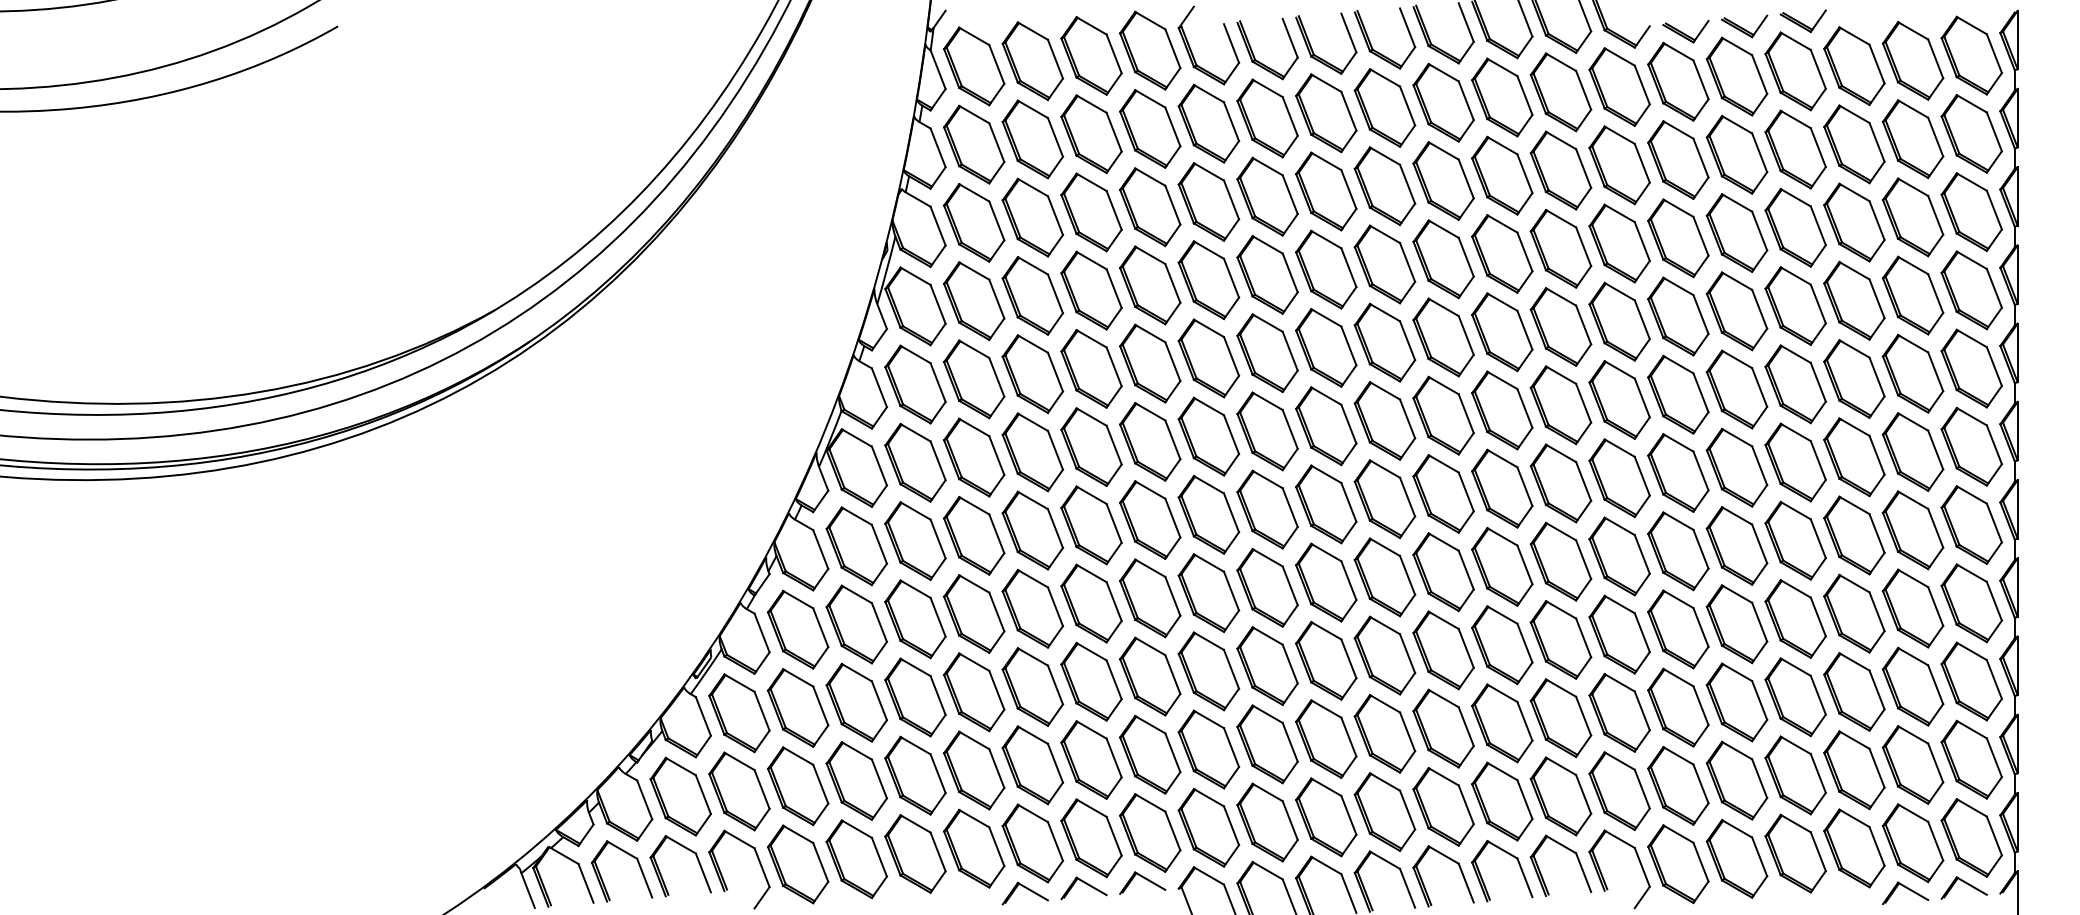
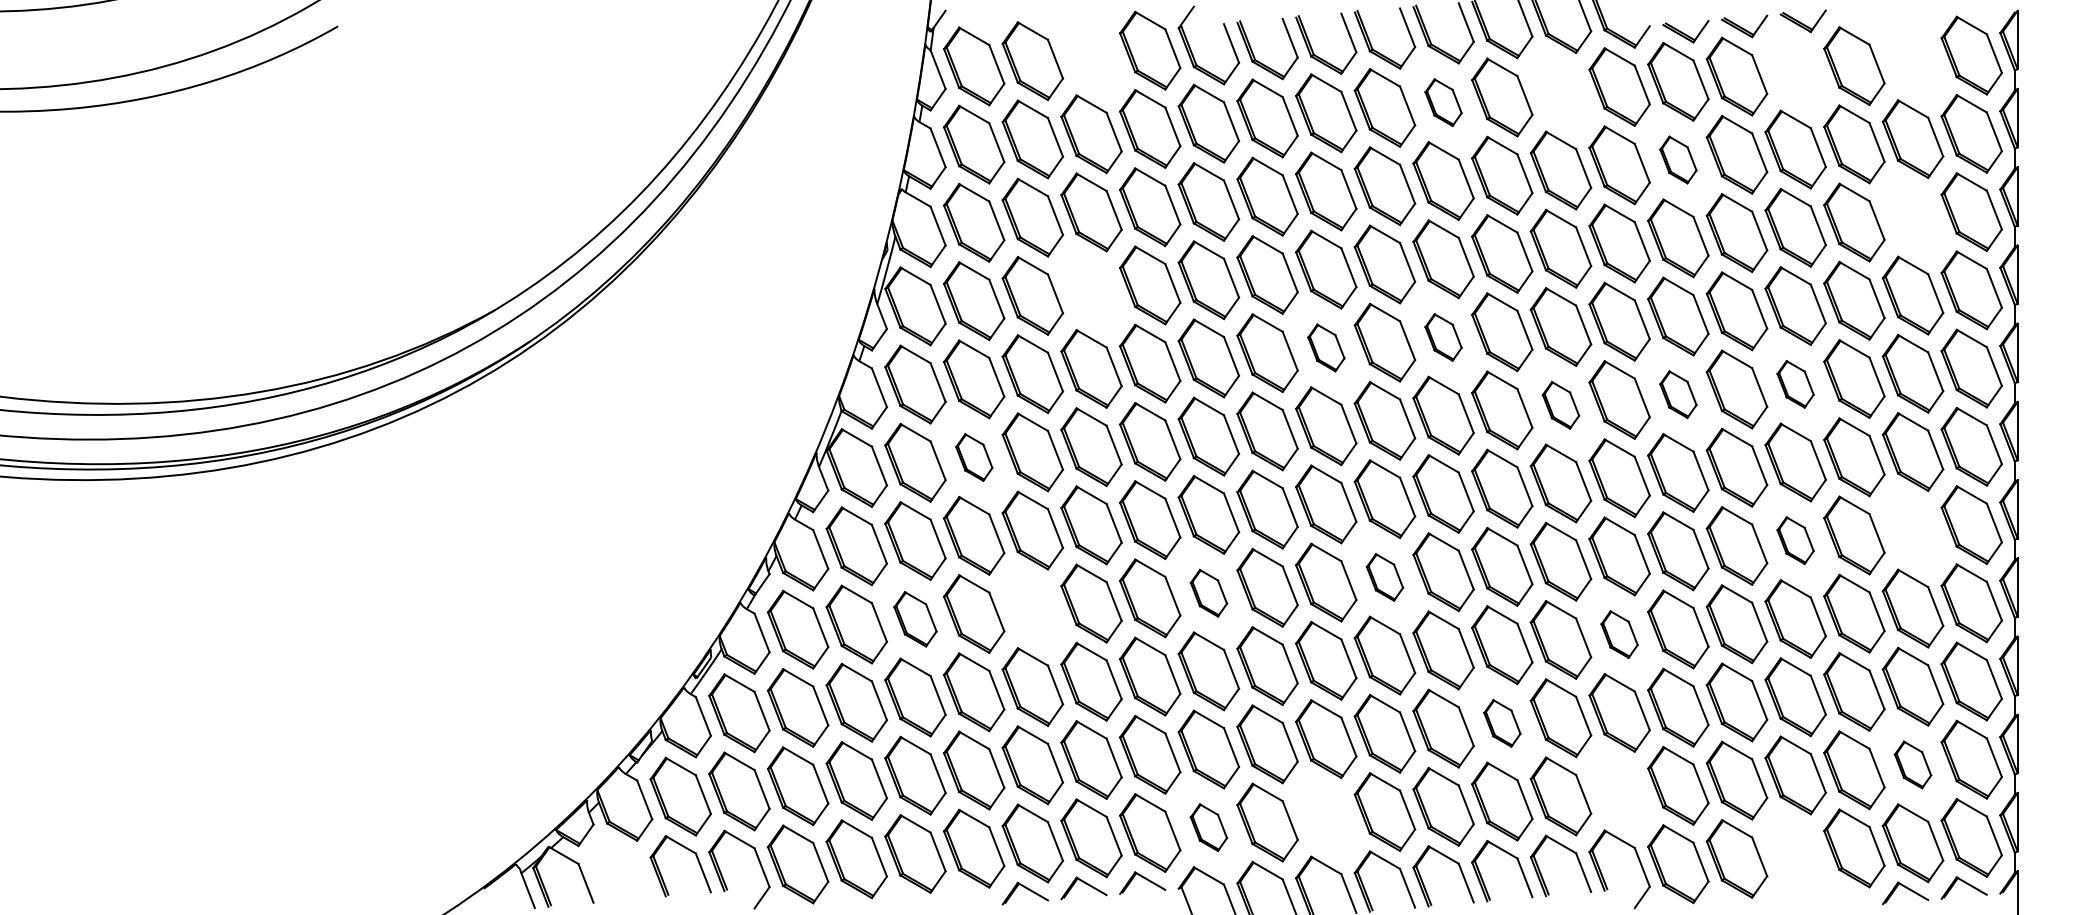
part at (1091, 55): present -> none
part at (1912, 60): present -> none
part at (1795, 71): present -> none
part at (1560, 92): present -> none
part at (1443, 102) size: 63x81 px -> 39x50 px
part at (1678, 159) size: 63x80 px -> 39x50 px
part at (1912, 217): present -> none
part at (1091, 290): present -> none
part at (1443, 337) size: 63x81 px -> 39x49 px
part at (1326, 347) size: 63x80 px -> 39x50 px
part at (1795, 384) size: 63x81 px -> 39x49 px
part at (1678, 394) size: 63x81 px -> 39x50 px
part at (1560, 405) size: 64x81 px -> 40x50 px
part at (974, 457) size: 63x81 px -> 39x49 px
part at (1912, 530): present -> none
part at (1795, 540) size: 63x81 px -> 39x49 px
part at (1384, 577) size: 64x81 px -> 40x49 px
part at (1208, 593) size: 64x81 px -> 40x50 px
part at (1032, 608): present -> none
part at (915, 619) size: 63x81 px -> 45x57 px
part at (1619, 634) size: 63x81 px -> 39x49 px
part at (1502, 723) size: 63x81 px -> 39x49 px
part at (1912, 764) size: 64x80 px -> 40x50 px
part at (1619, 790): present -> none
part at (1326, 817): present -> none
part at (1208, 827) size: 64x81 px -> 40x50 px
part at (1795, 853): present -> none
part at (632, 857): present -> none
